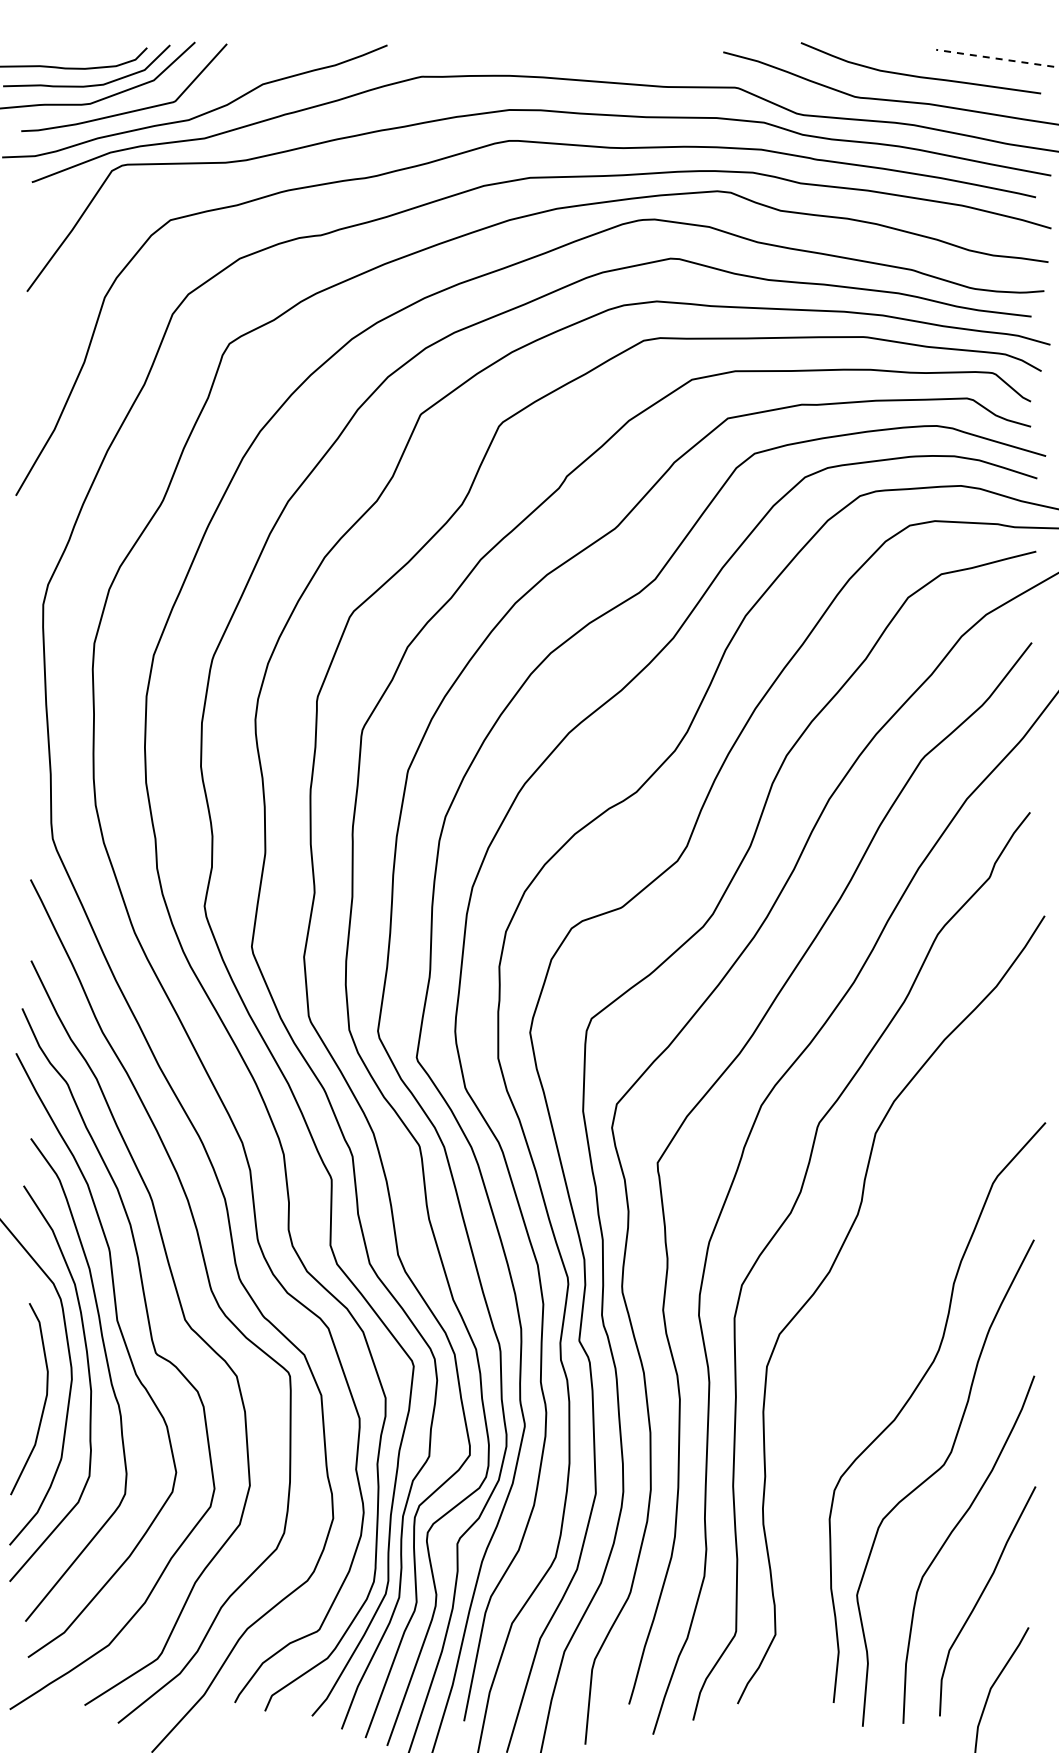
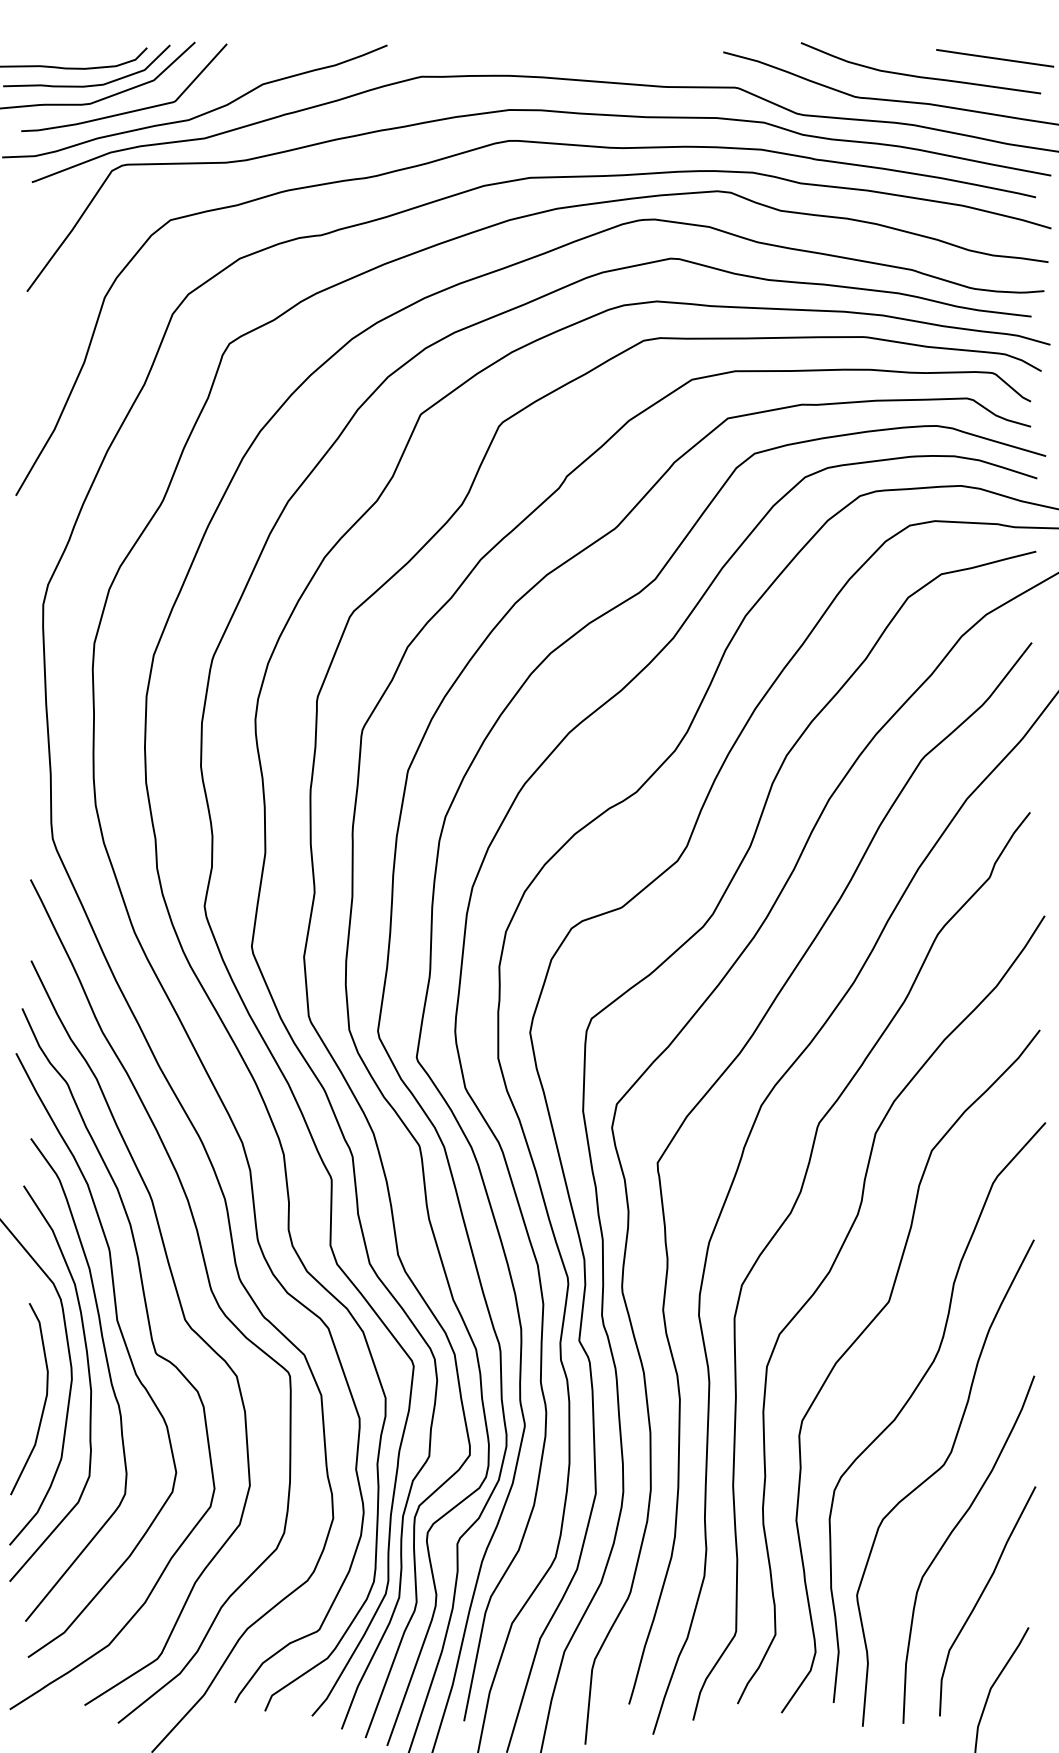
line at (994, 58): dashed -> solid
curve at (862, 1334): none -> present
